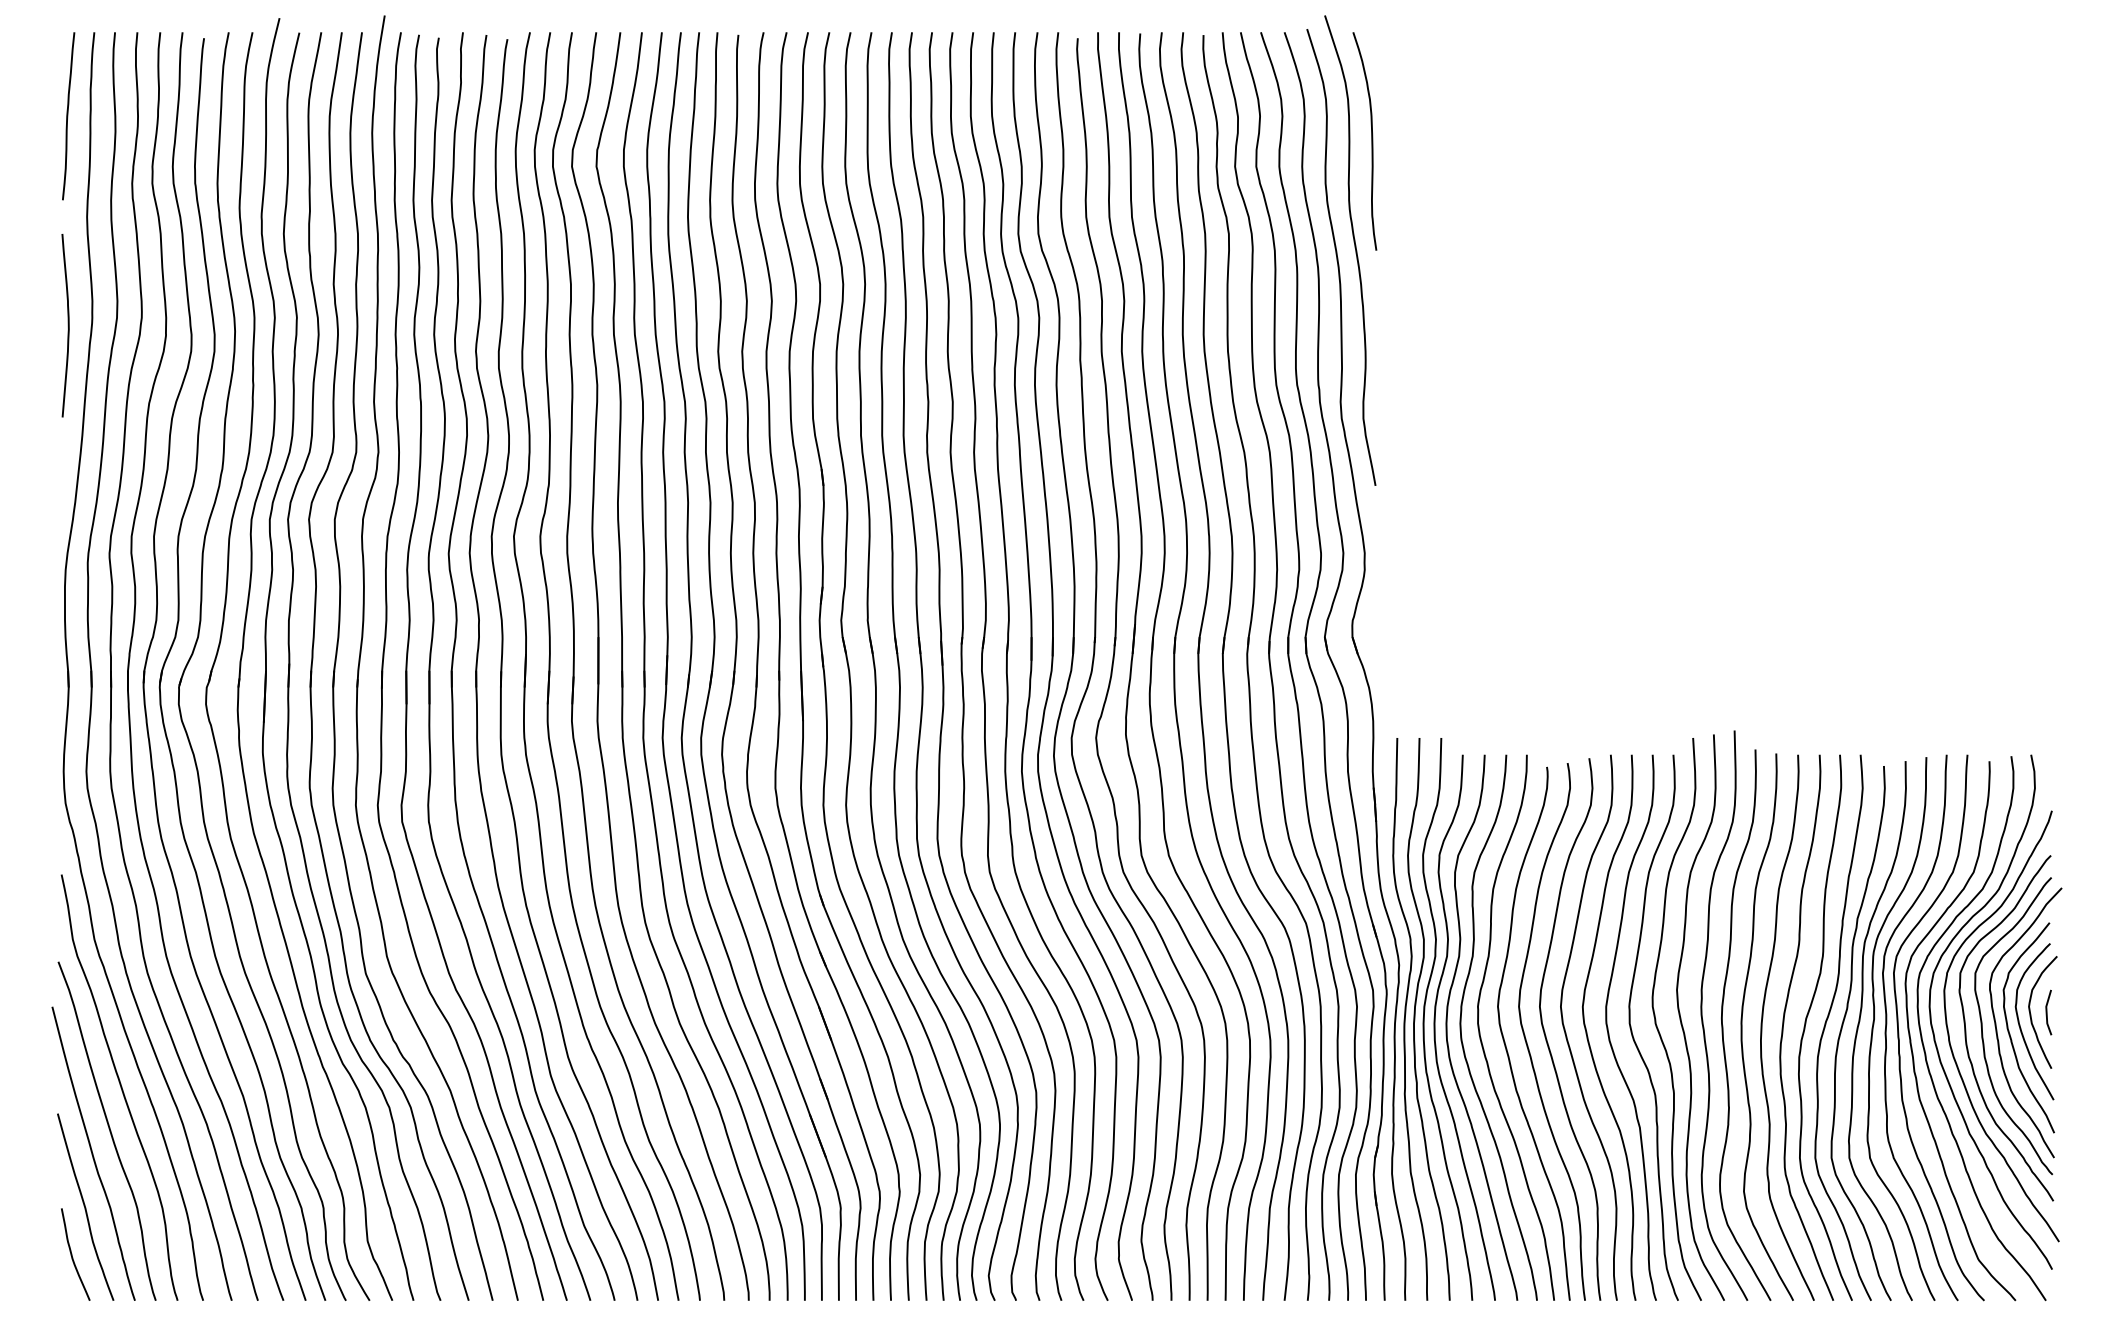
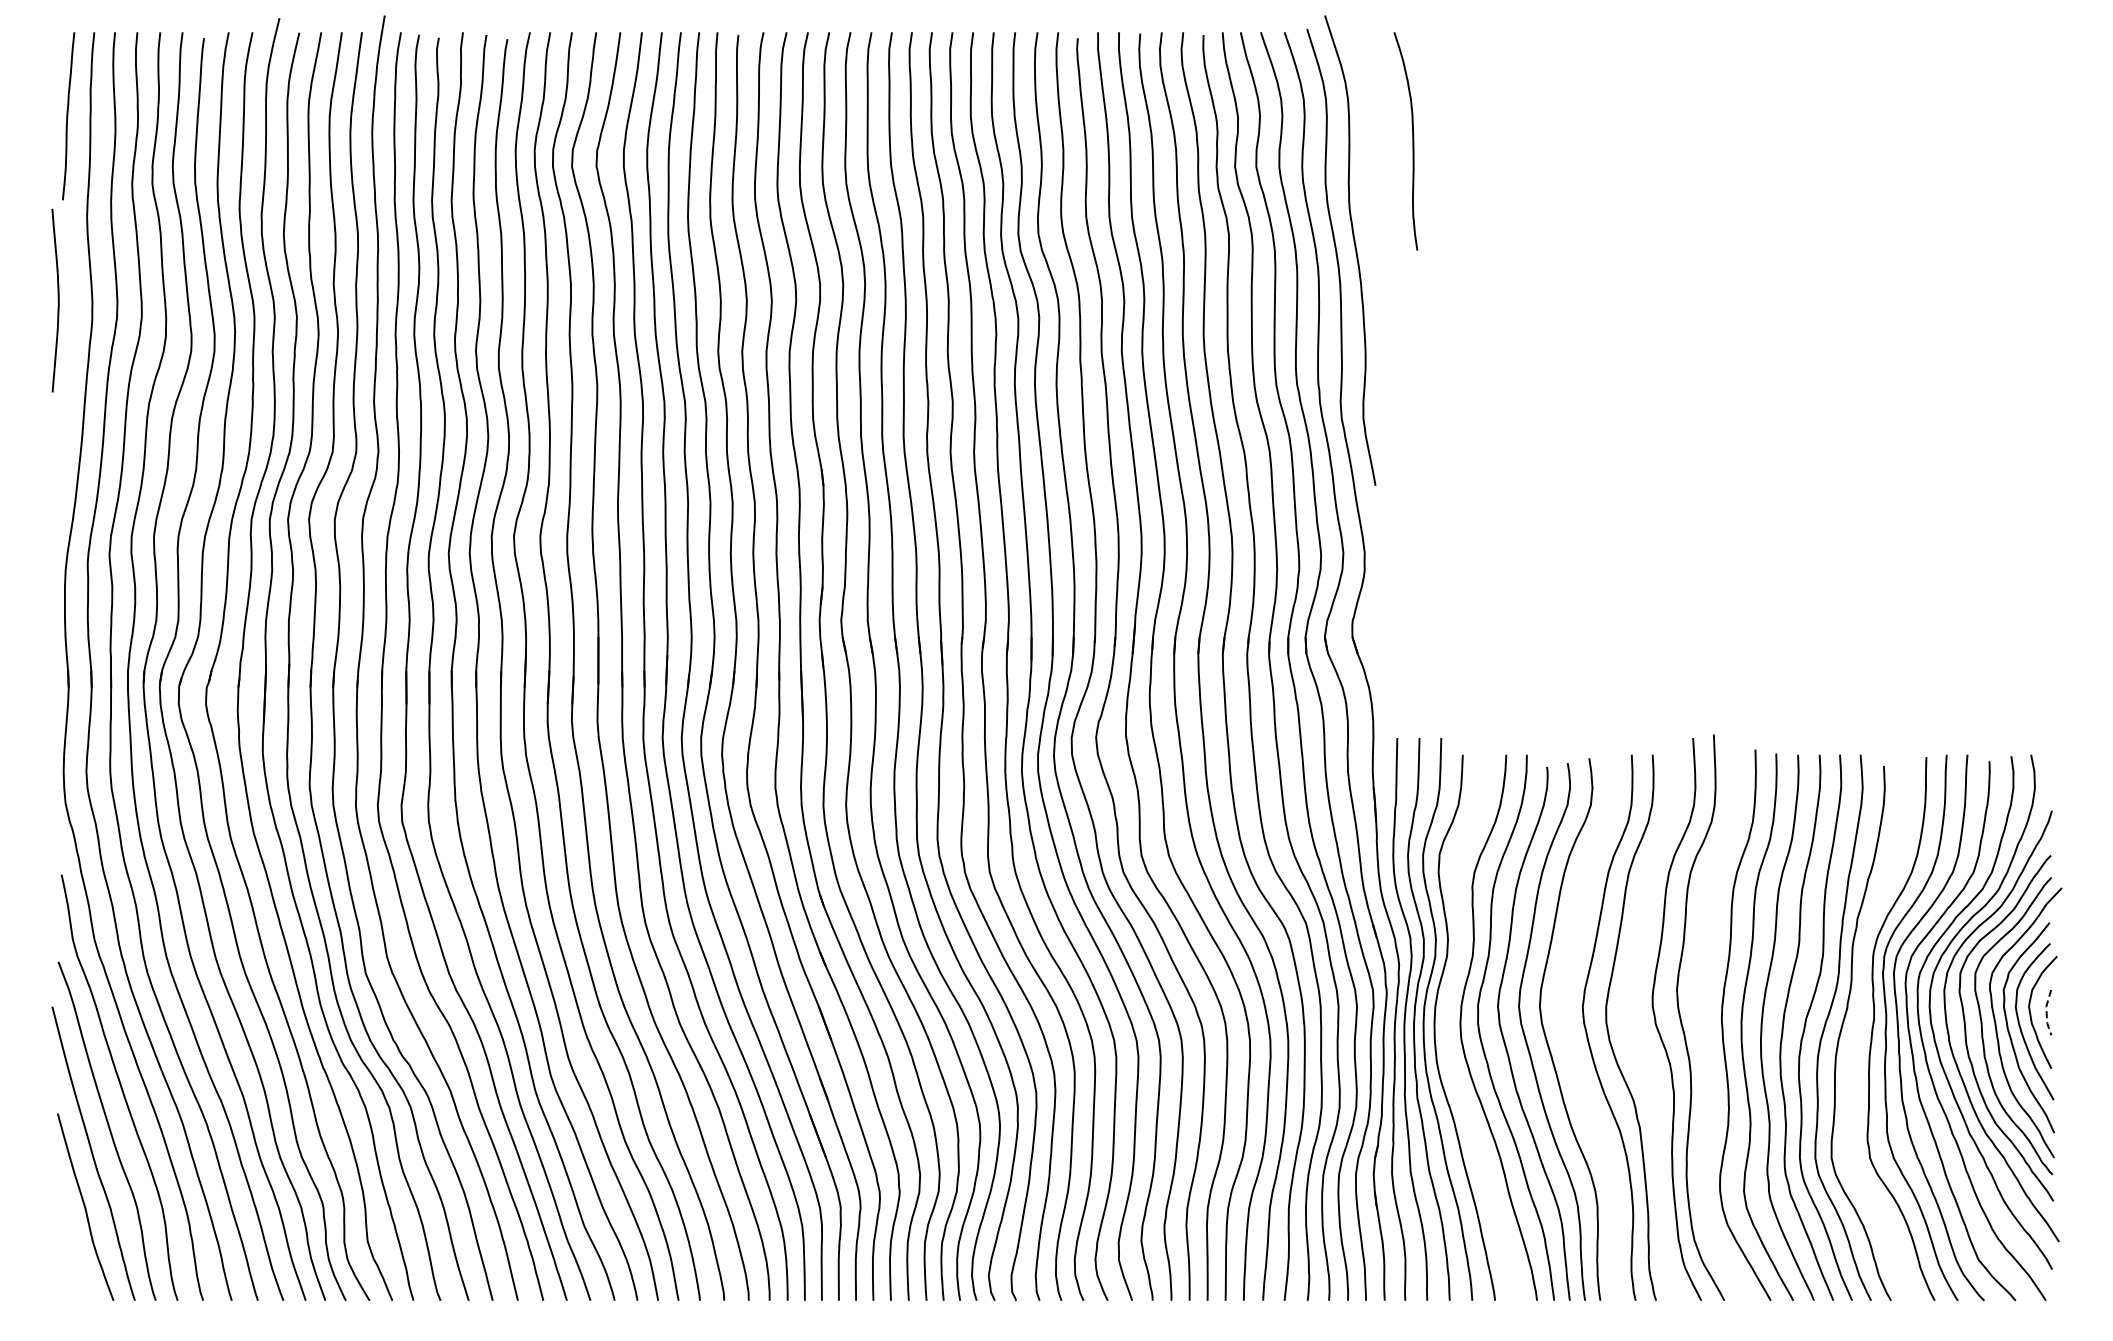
curve at (1371, 141) position: (1371, 141) -> (1412, 141)
curve at (67, 325) position: (67, 325) -> (57, 300)
line at (2046, 1012): solid -> dashed
curve at (1703, 1020): present -> none
curve at (1859, 1025): present -> none
curve at (1447, 1027): present -> none
curve at (1566, 1032): present -> none
curve at (1633, 1034): present -> none
curve at (72, 1254): present -> none
